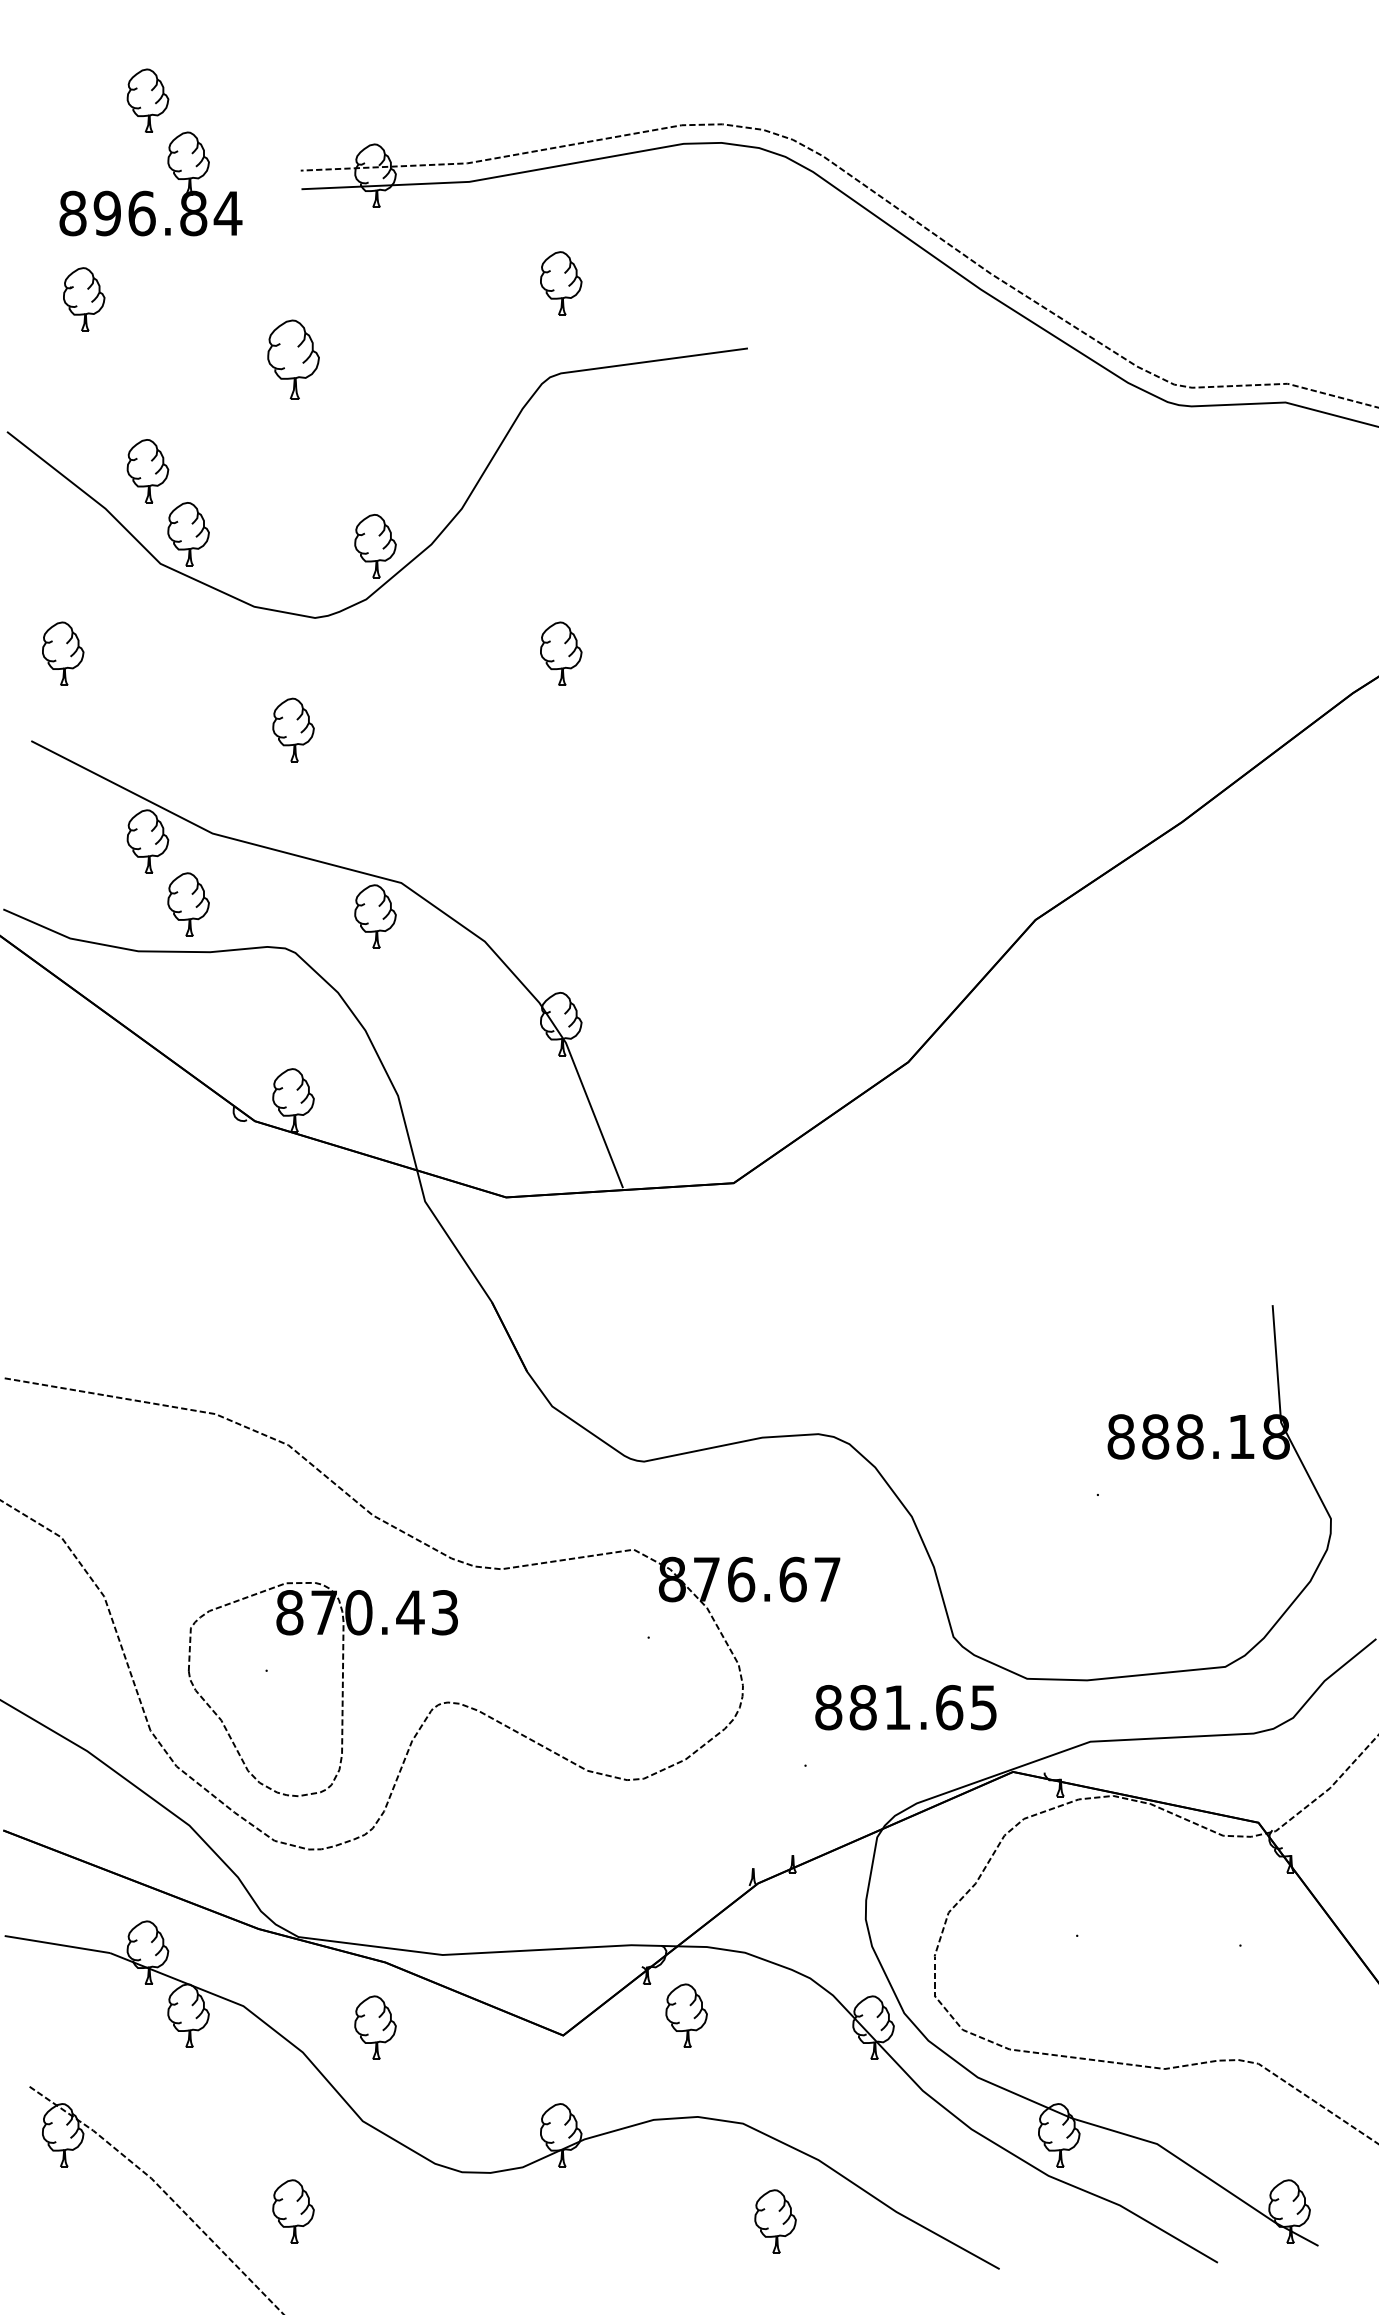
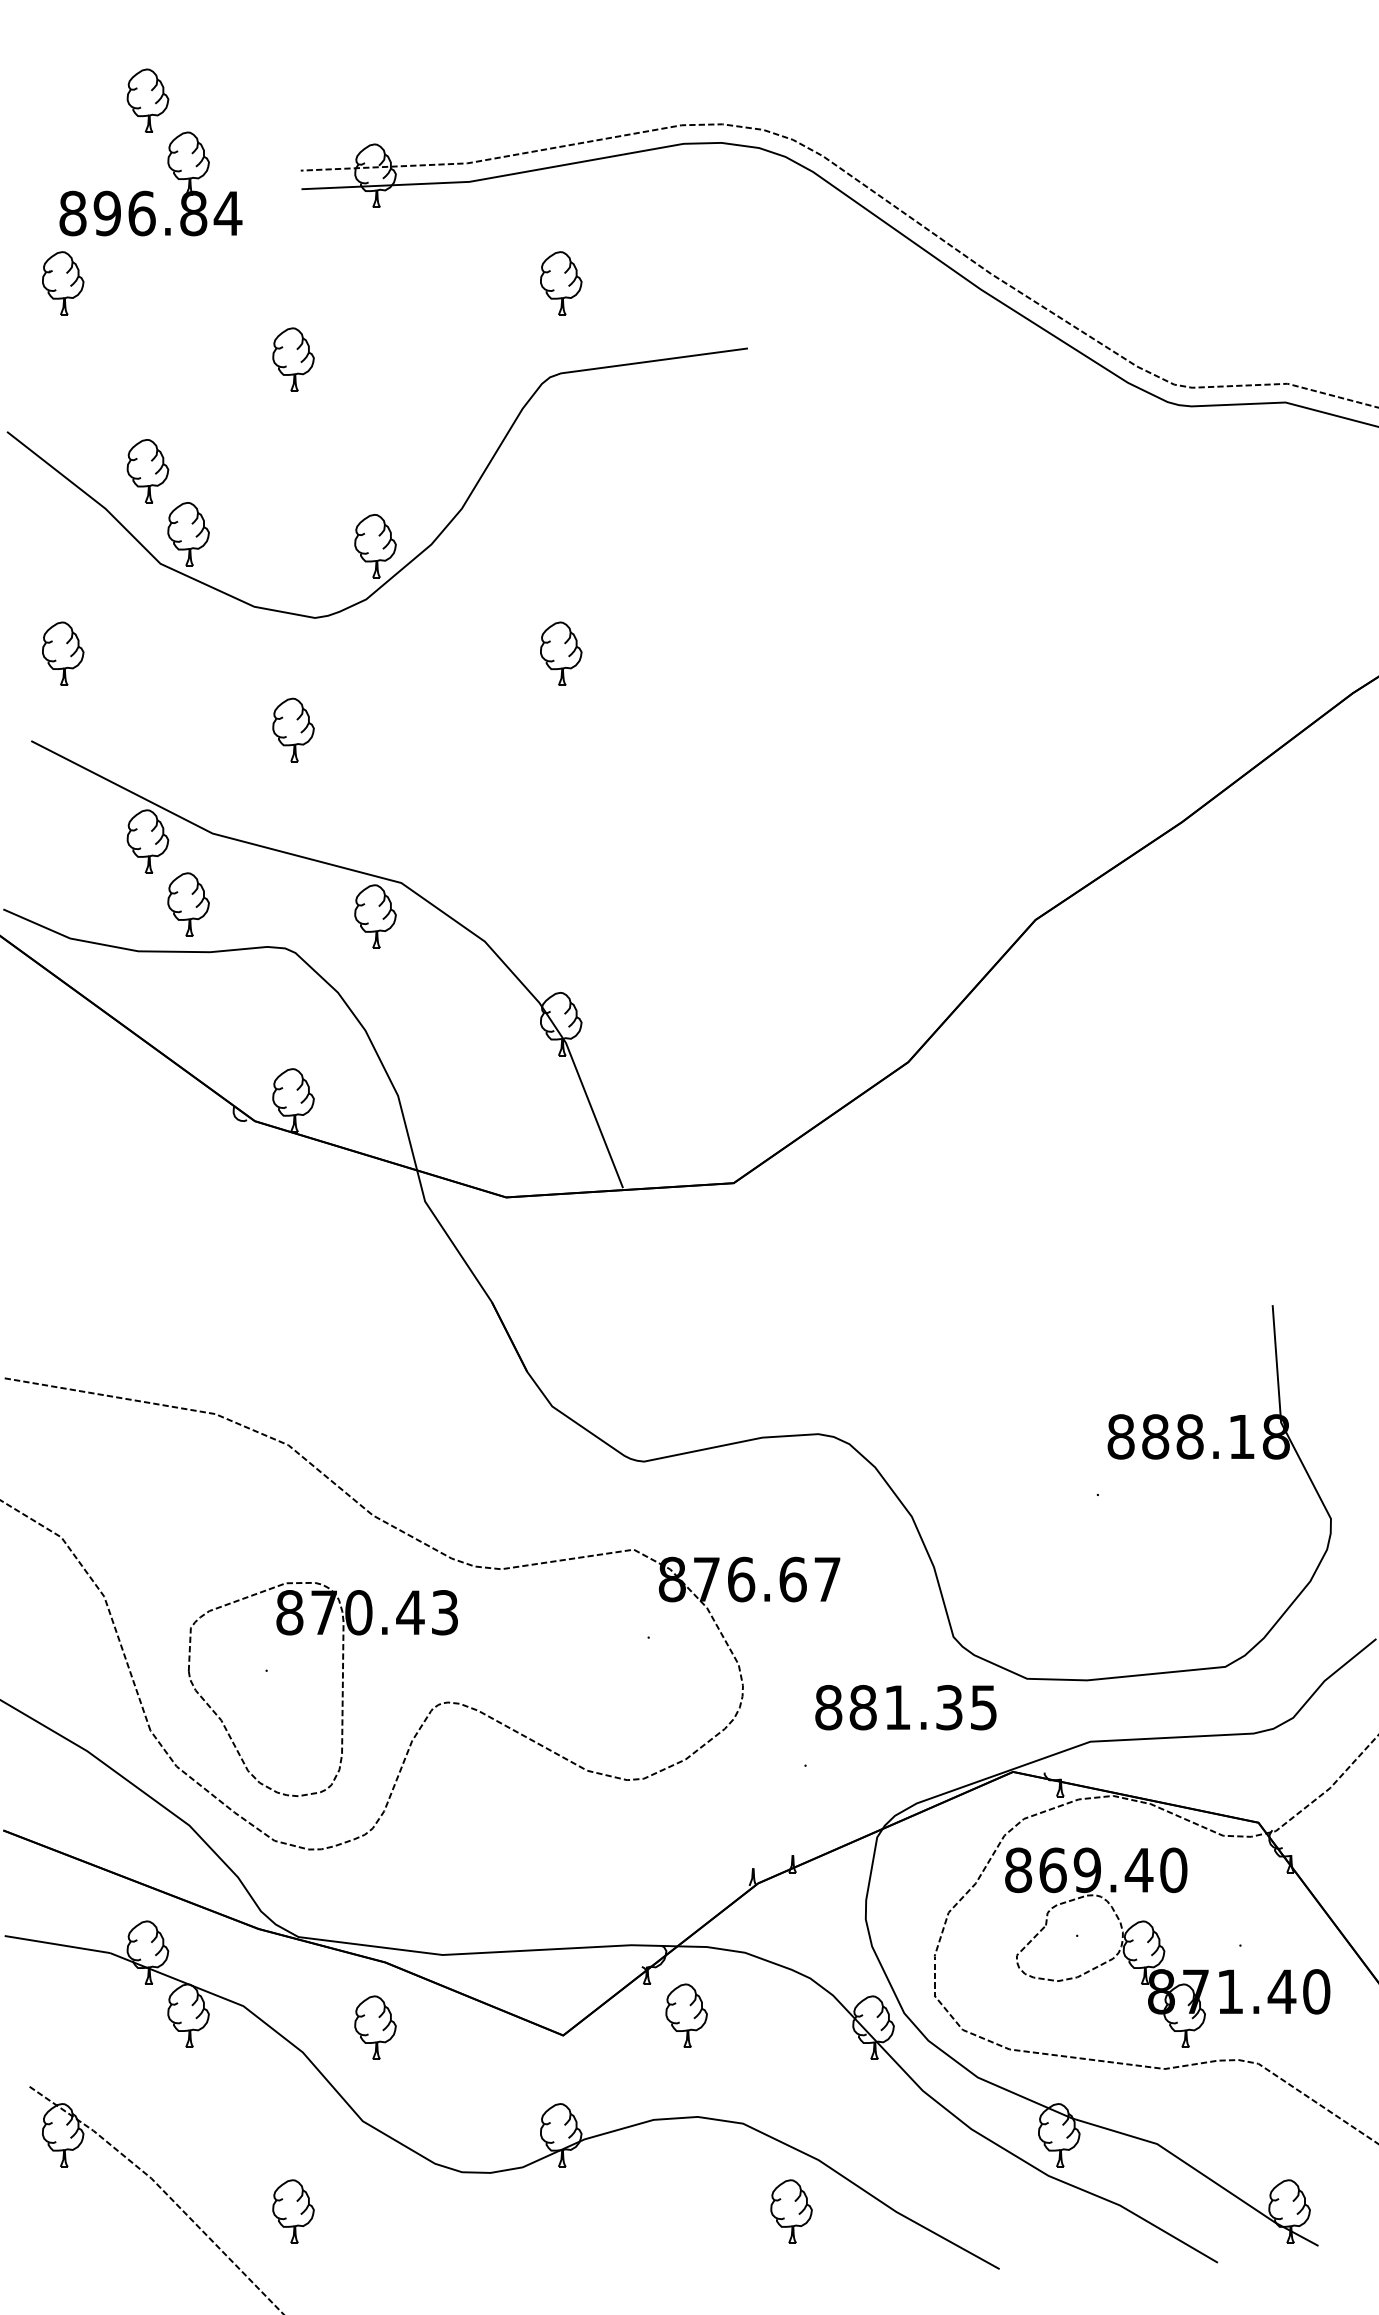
part at (84, 299) position: (84, 299) -> (63, 283)
part at (293, 359) size: 53x81 px -> 43x65 px
text at (949, 1707): 881.65 -> 881.35
part at (1167, 1947): none -> present
part at (775, 2221) position: (775, 2221) -> (791, 2211)
